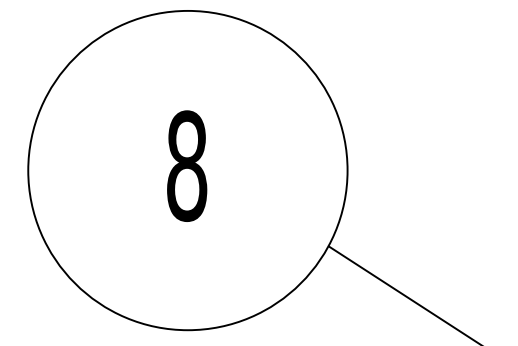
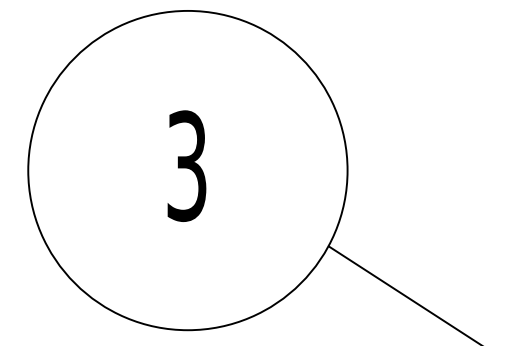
text at (187, 165): 8 -> 3
